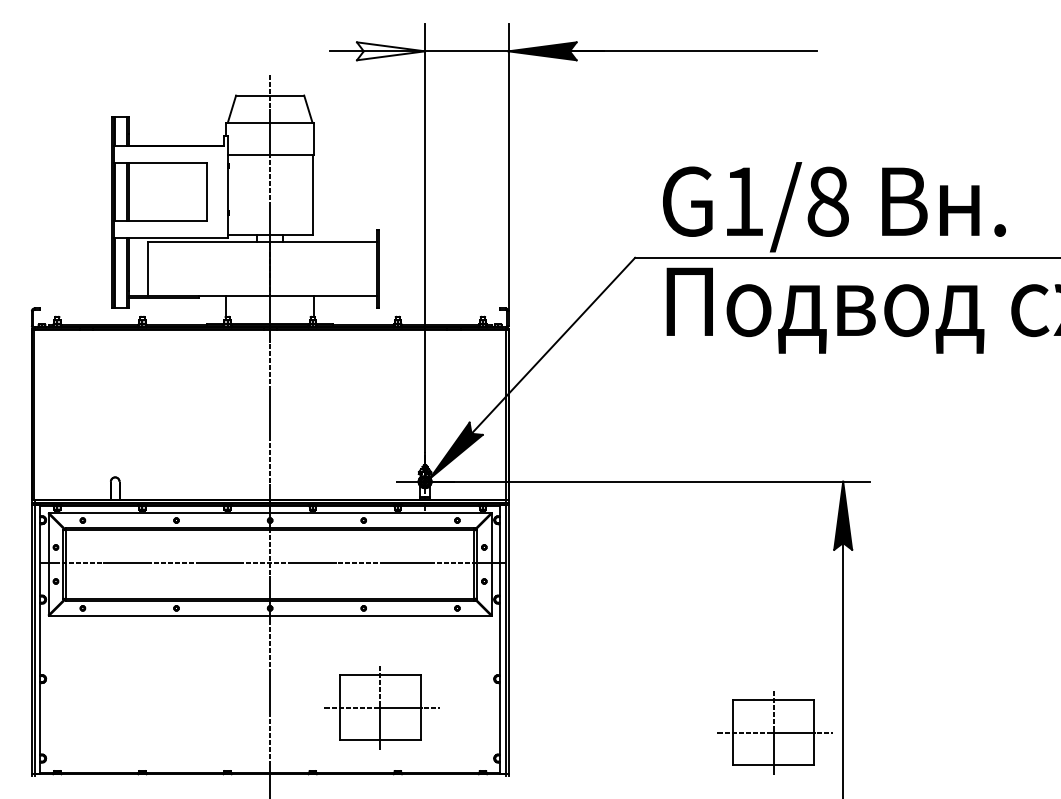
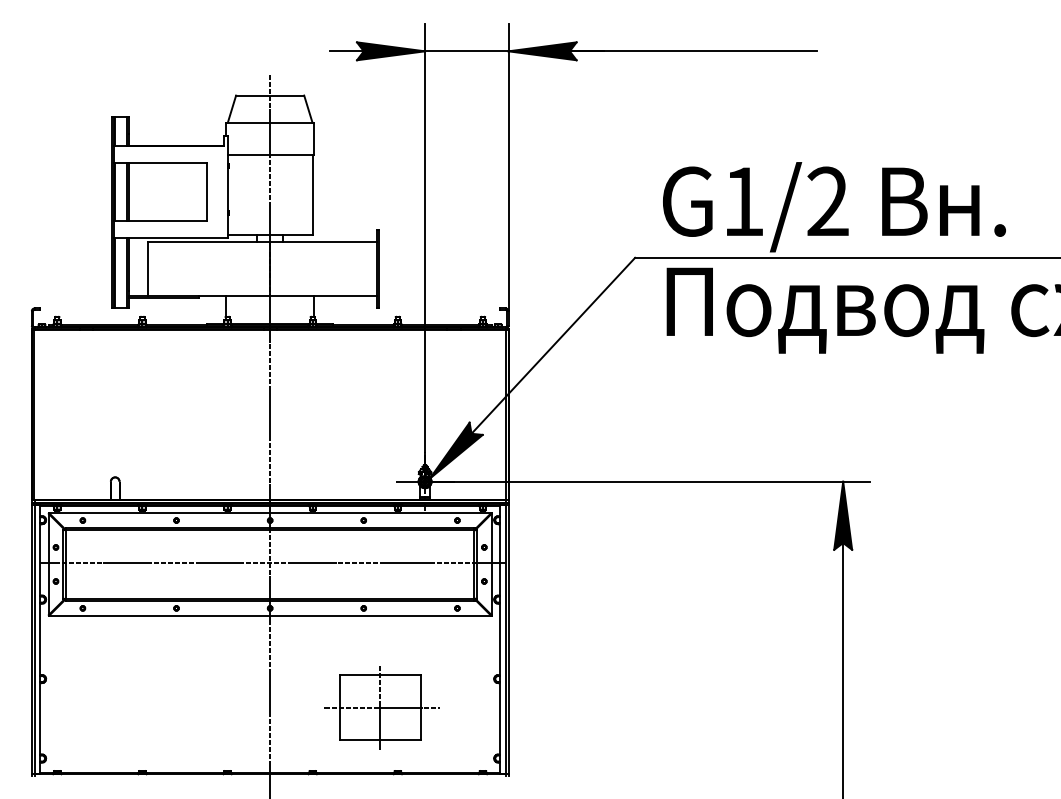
fill at (391, 51): none -> present
text at (827, 201): G1/8 -> G1/2
part at (774, 732): present -> none
